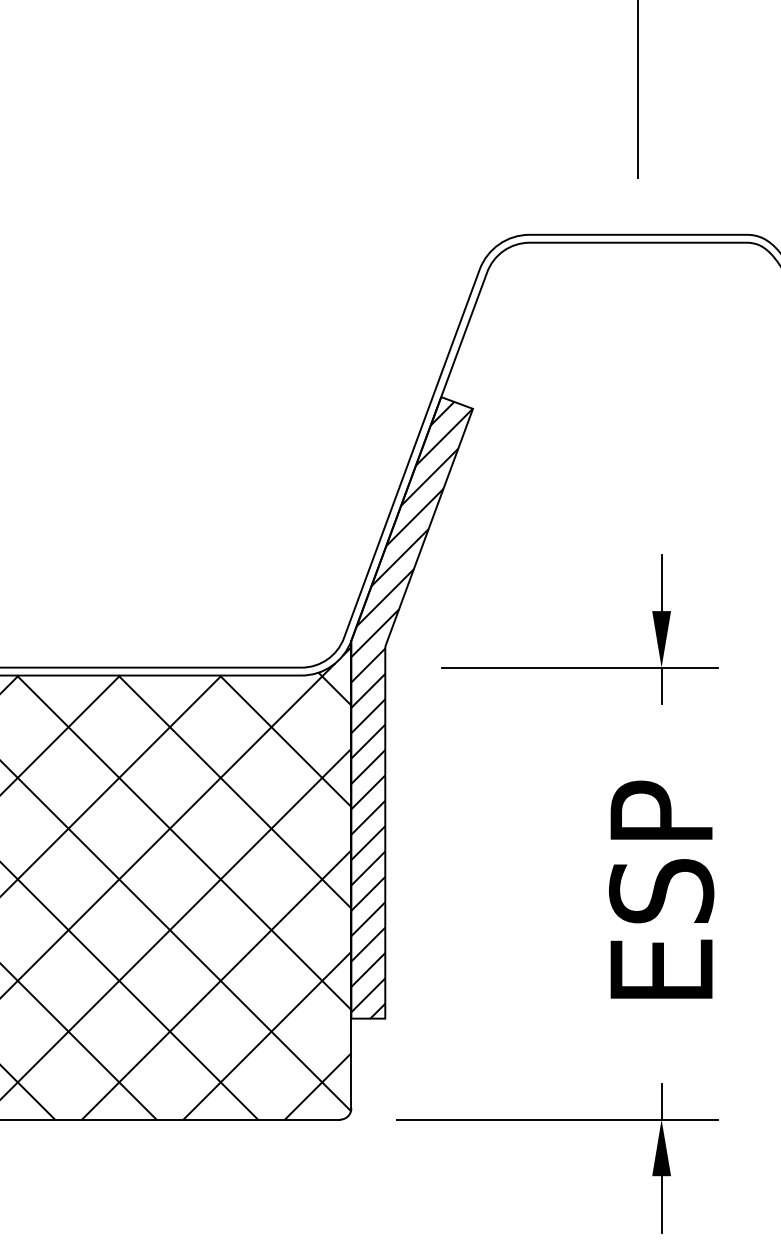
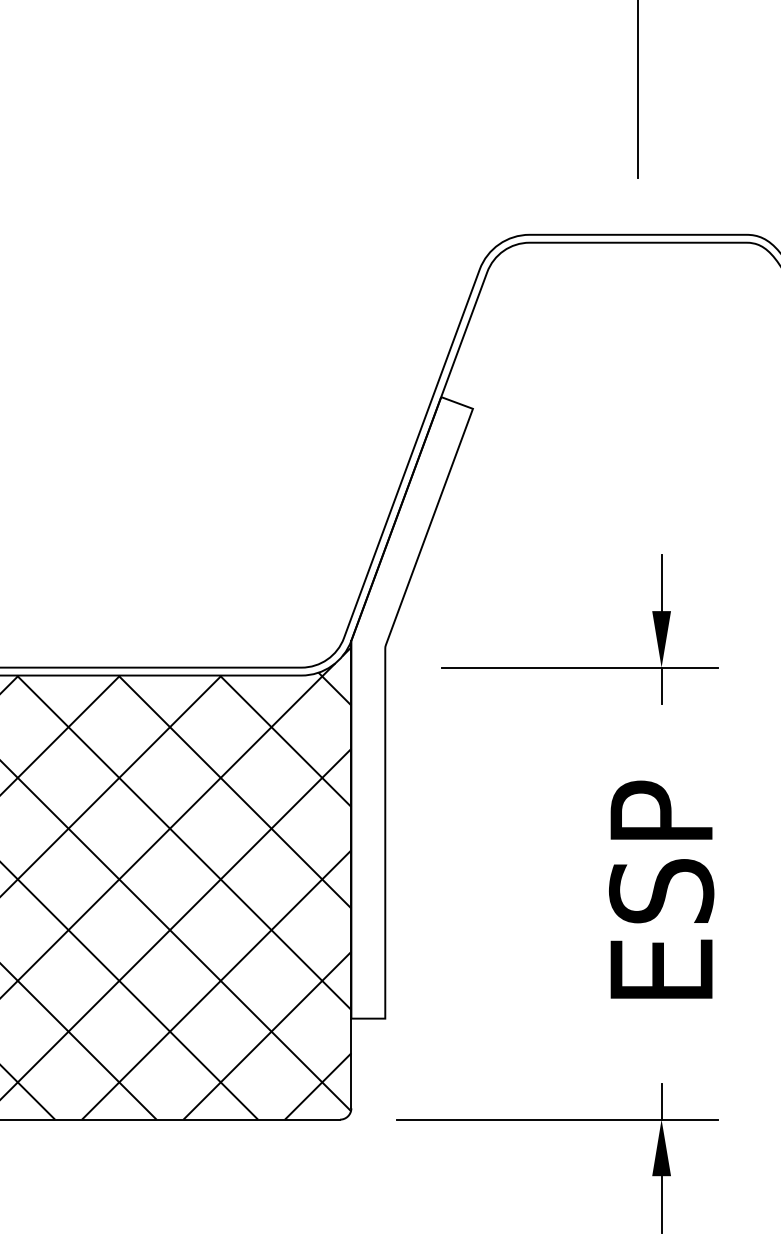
hatch at (411, 709): present -> none
